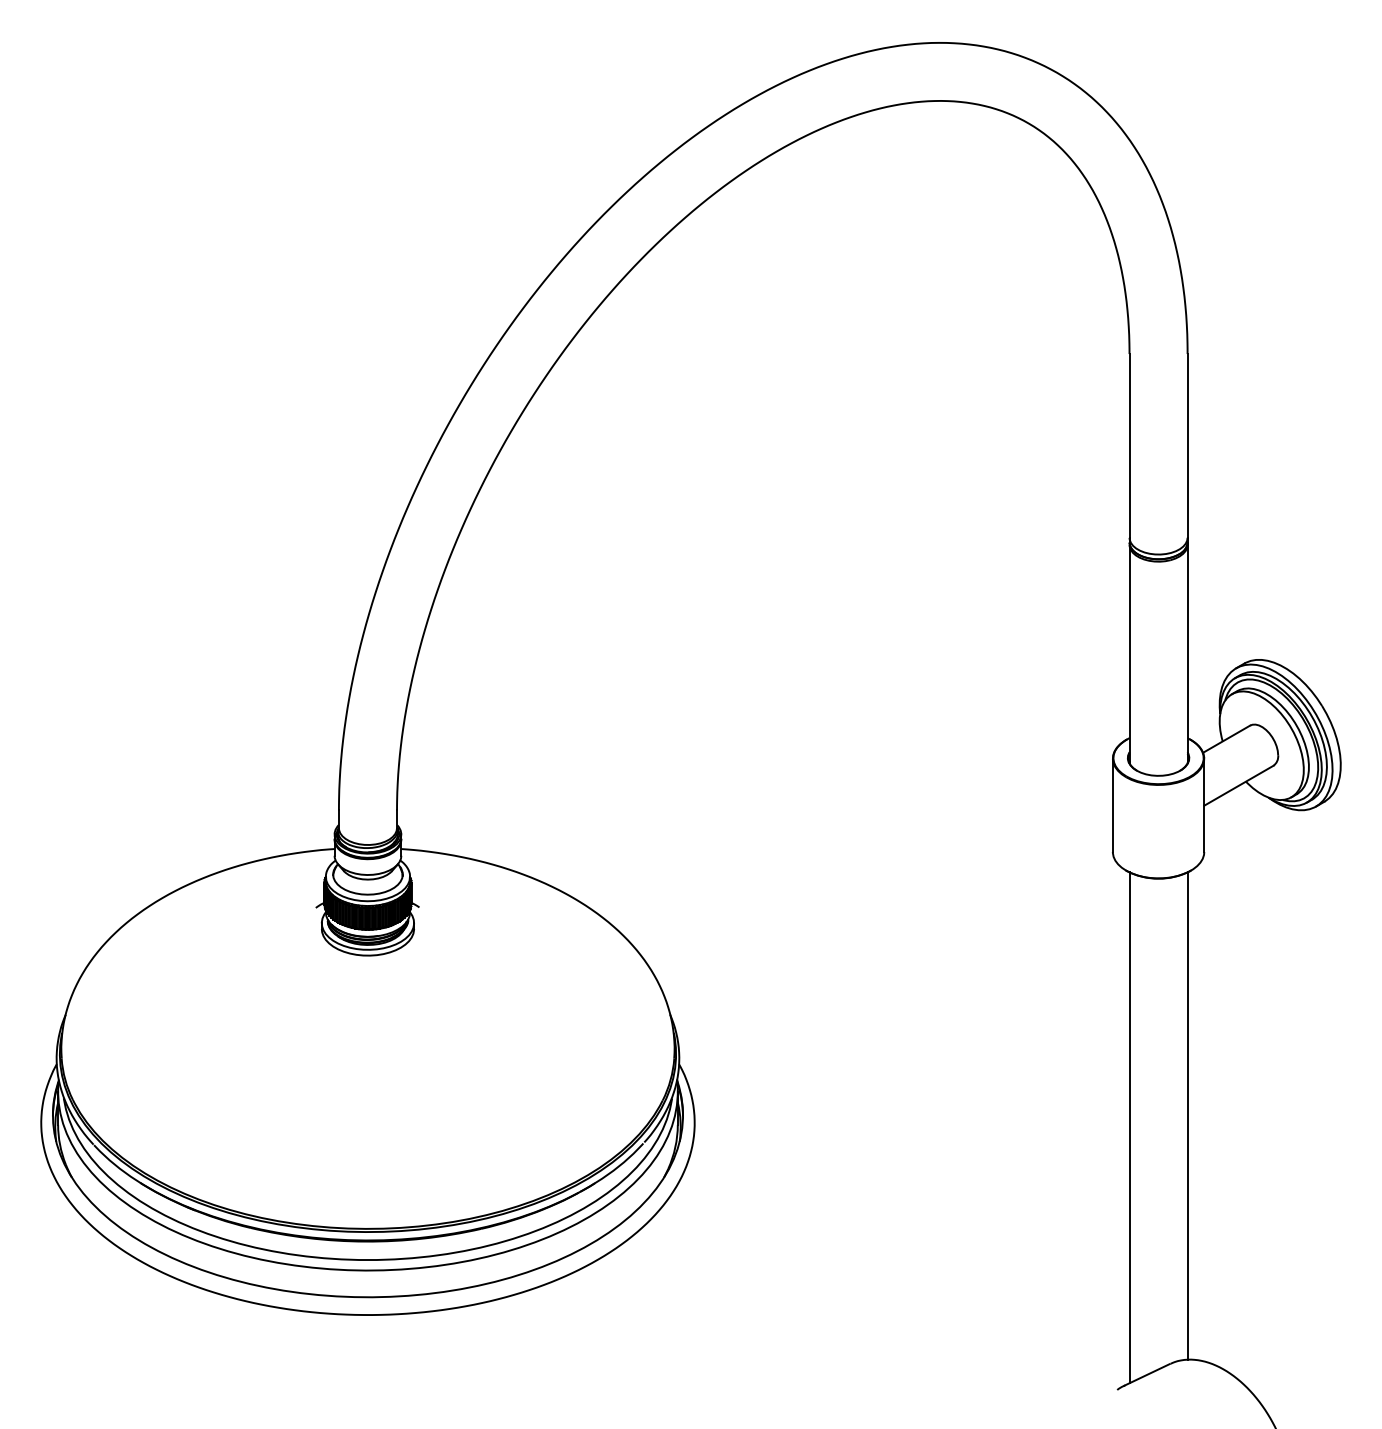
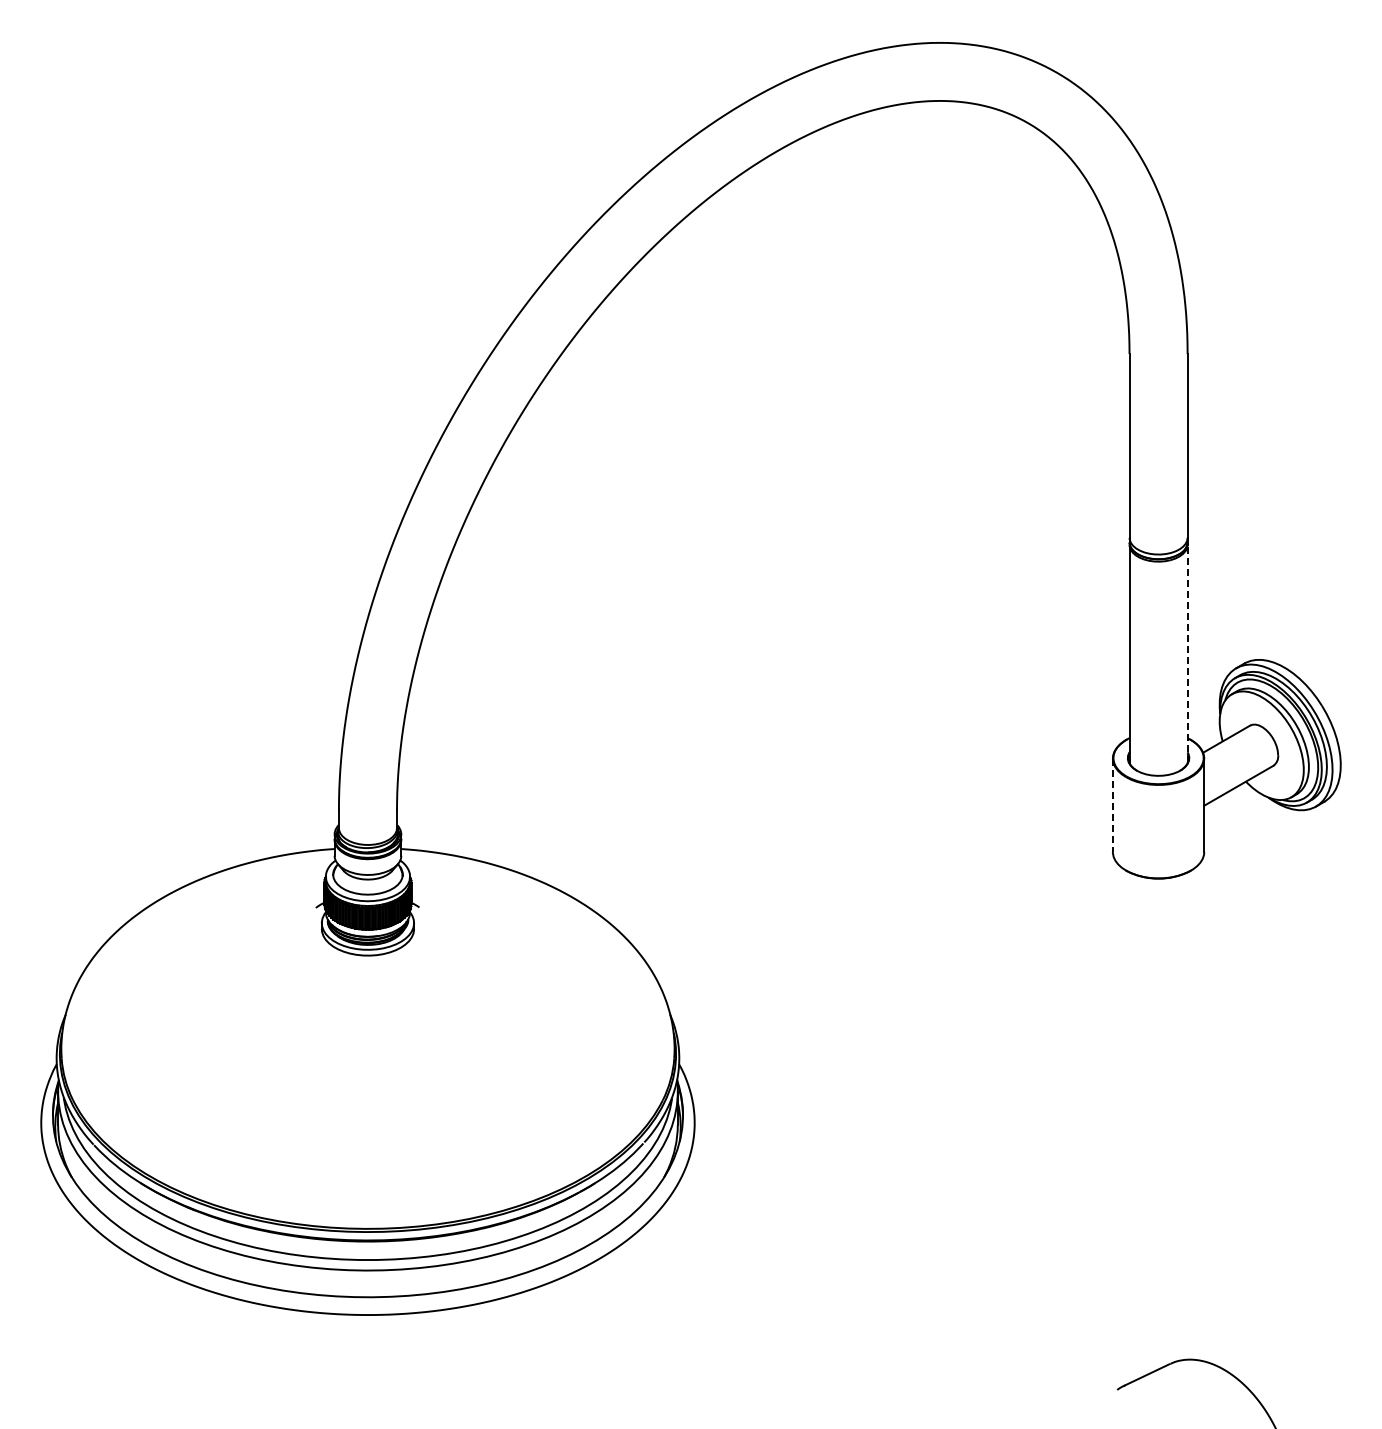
line at (1187, 653): solid -> dashed
line at (1112, 805): solid -> dashed
line at (1187, 1115): present -> none
line at (1129, 1127): present -> none
